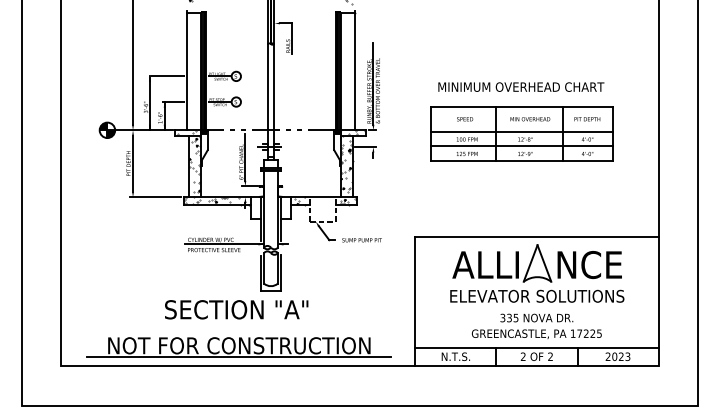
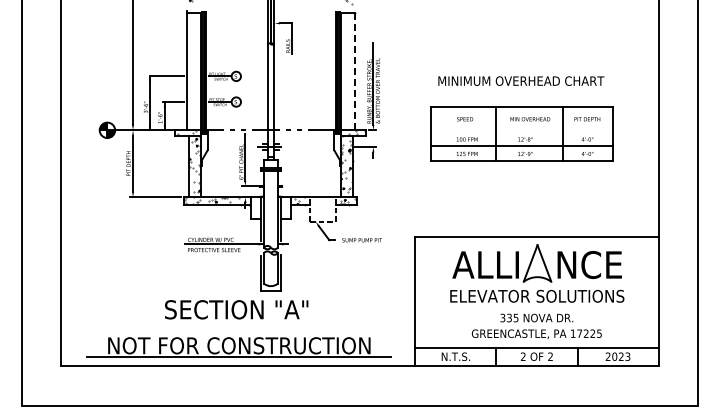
line at (354, 70): solid -> dashed
text at (521, 86) position: (521, 86) -> (521, 80)
line at (521, 131): present -> none
